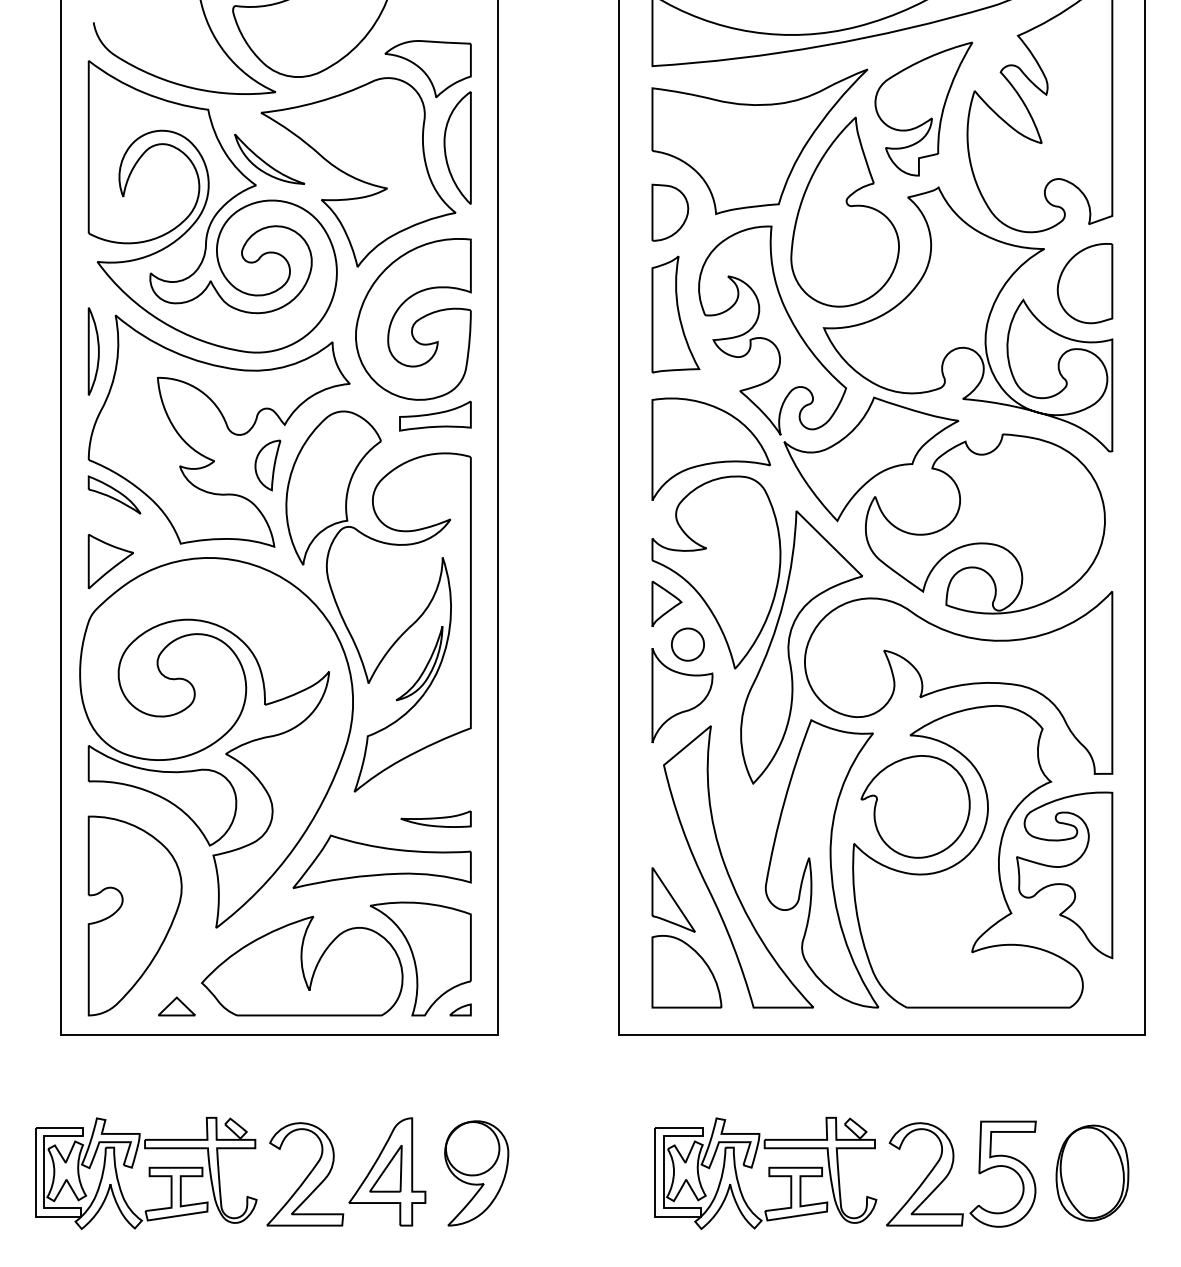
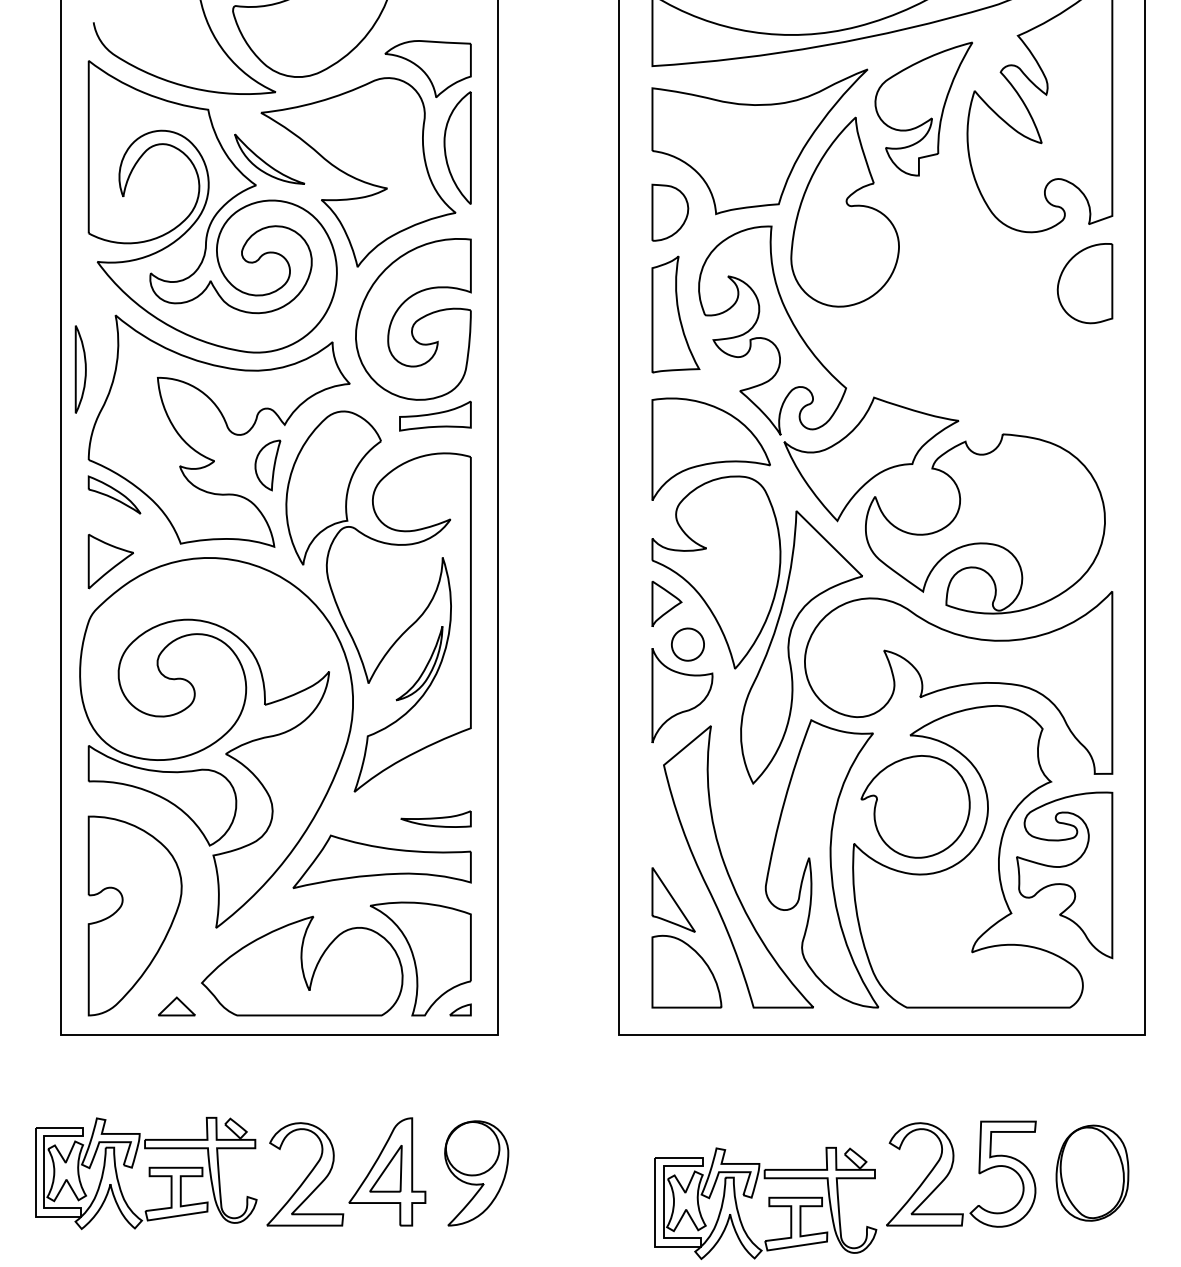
part at (967, 319): present -> none
part at (93, 351) position: (93, 351) -> (80, 369)
part at (765, 1173) position: (765, 1173) -> (765, 1203)
